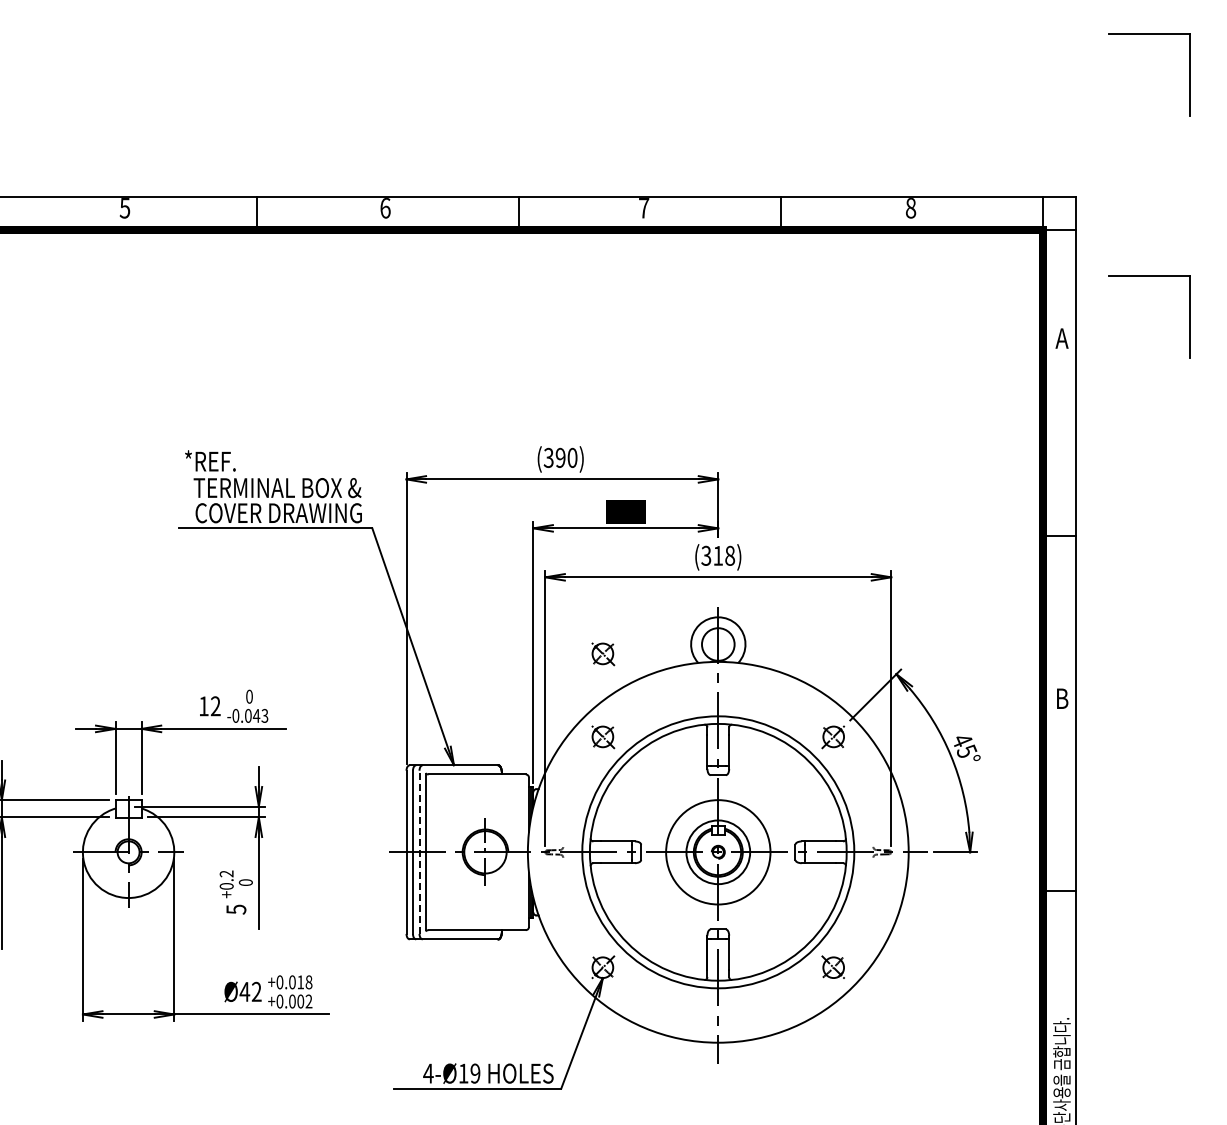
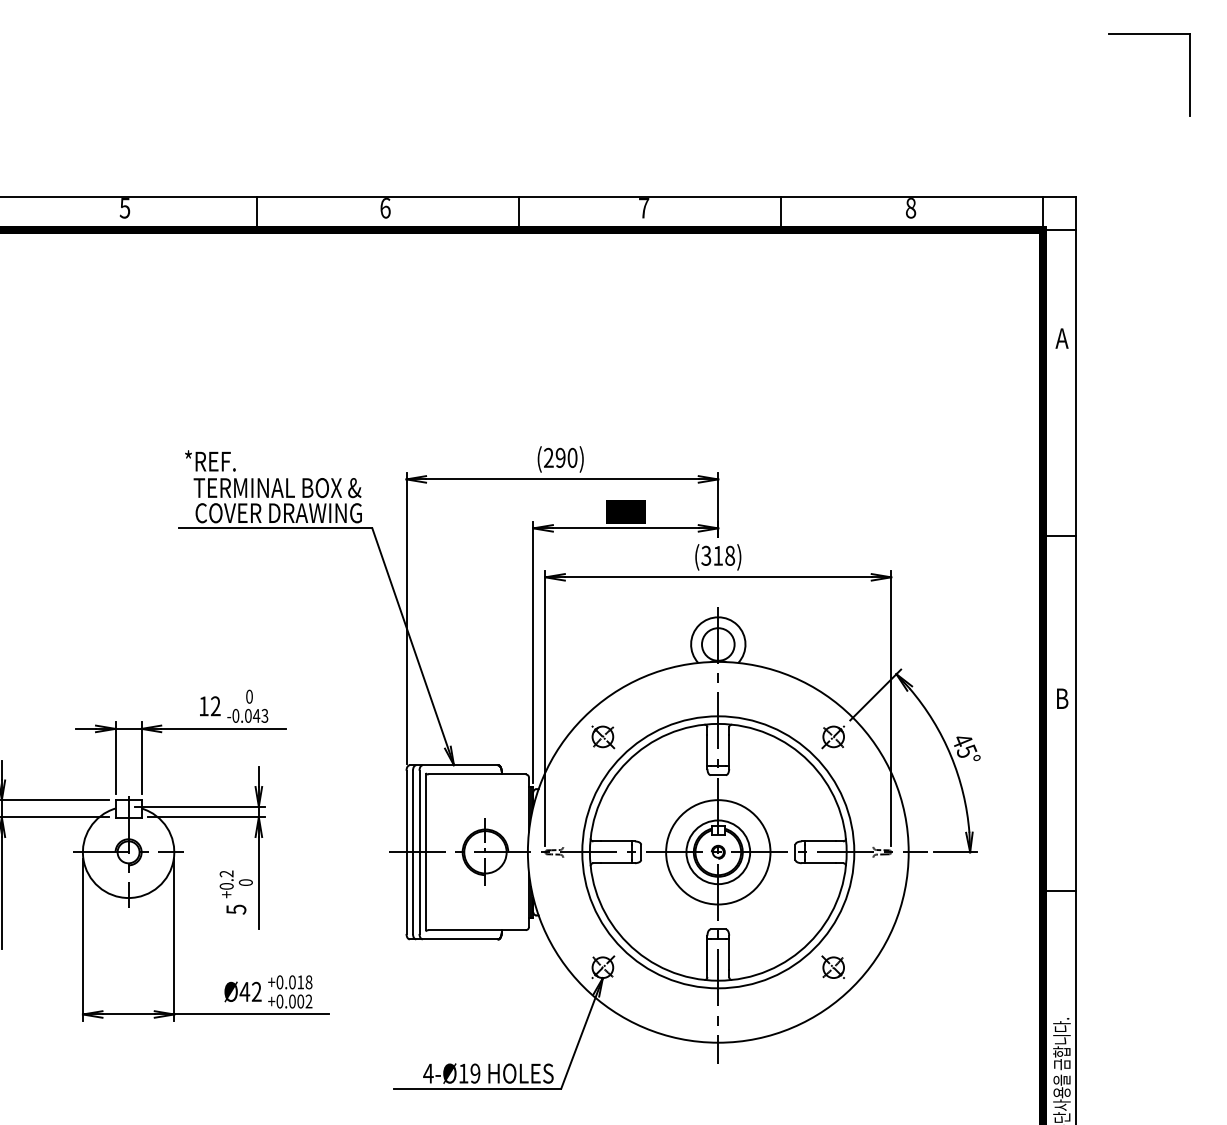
part at (1149, 276): present -> none
text at (548, 458): (390) -> (290)
part at (603, 654): present -> none
line at (419, 852): dashed -> solid
